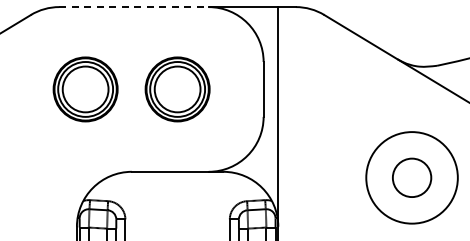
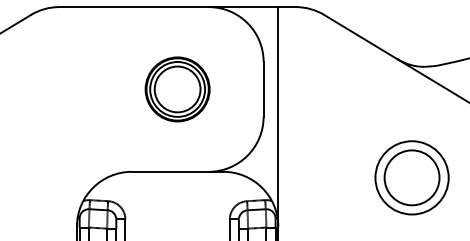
line at (134, 7): dashed -> solid
part at (85, 89): present -> none
circle at (411, 177) diameter: 38 px -> 55 px
circle at (411, 177) diameter: 92 px -> 73 px
